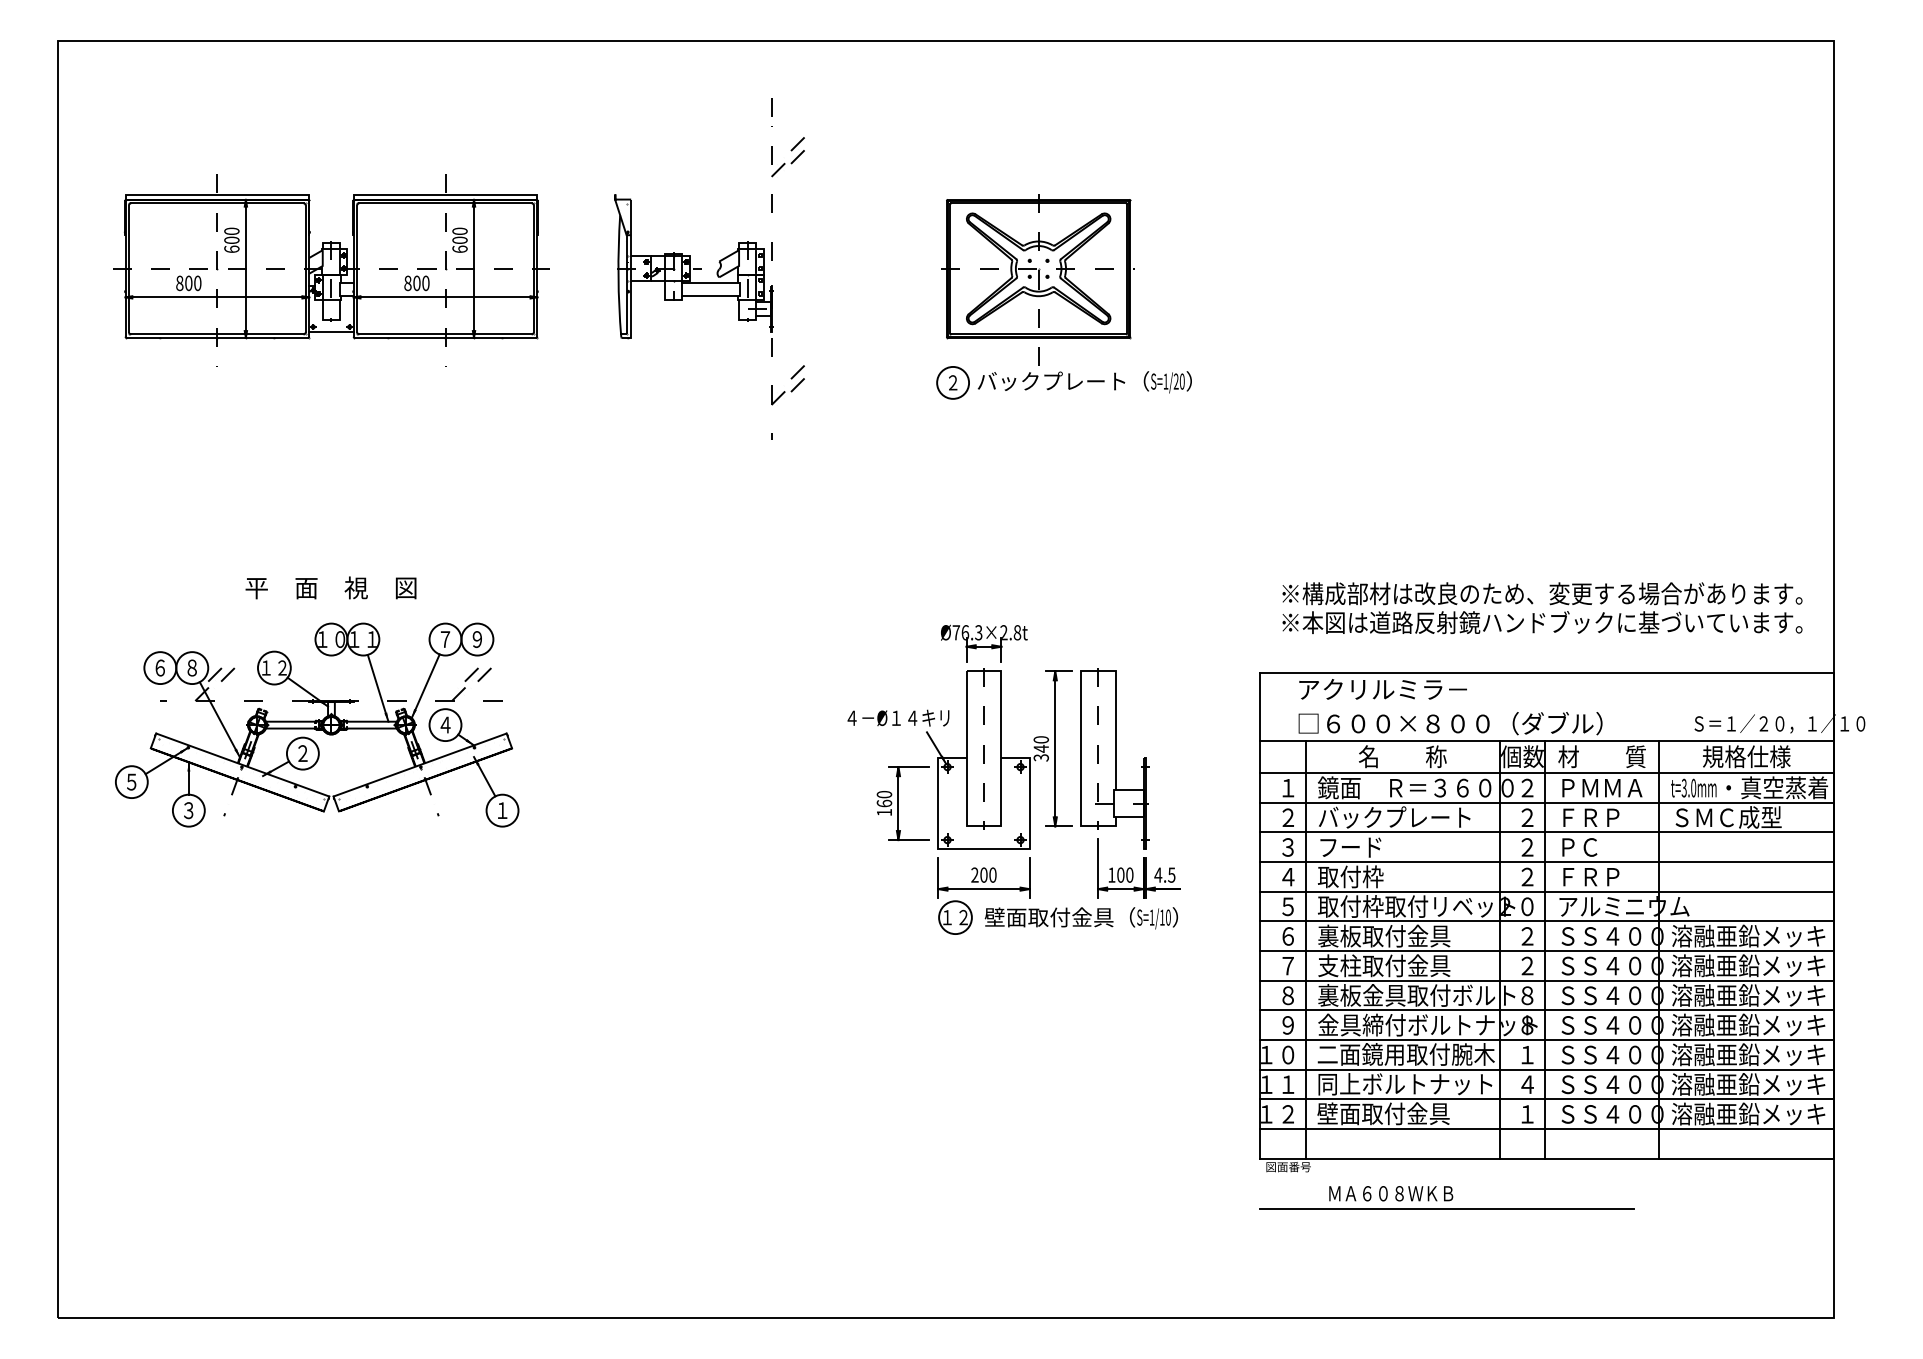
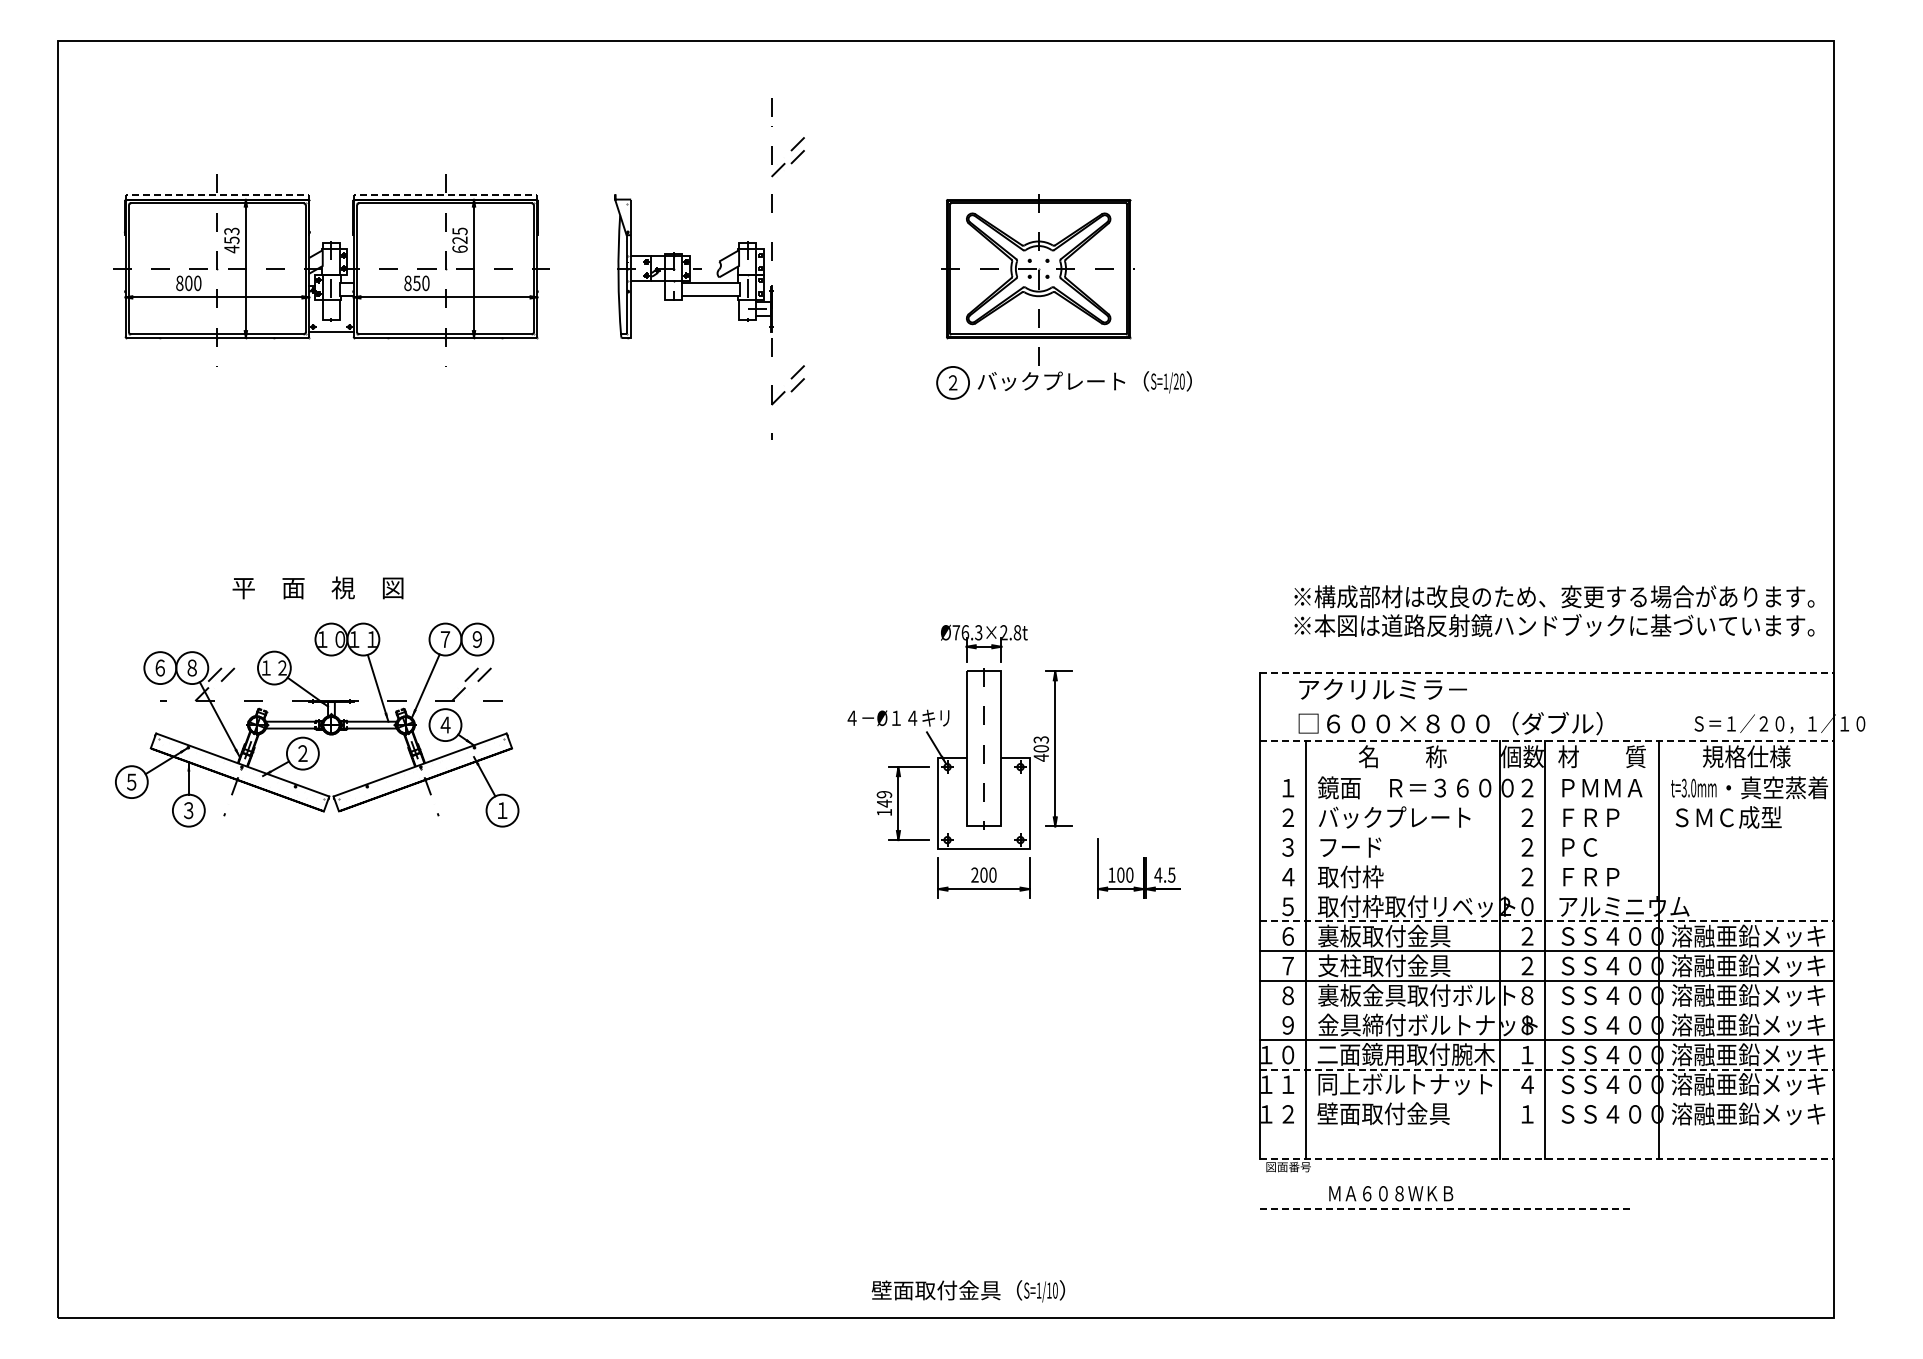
line at (217, 195): solid -> dashed
line at (445, 195): solid -> dashed
text at (459, 235): 600 -> 625
text at (231, 240): 600 -> 453
text at (416, 282): 800 -> 850
text at (330, 587) position: (330, 587) -> (317, 587)
text at (1542, 607) position: (1542, 607) -> (1554, 610)
line at (1547, 672): solid -> dashed
line at (1547, 741): solid -> dashed
text at (1040, 748): 340 -> 403
part at (1114, 758): present -> none
line at (1547, 773): present -> none
text at (884, 799): 160 -> 149
line at (1547, 802): present -> none
line at (1547, 832): present -> none
line at (1547, 862): present -> none
line at (1547, 891): present -> none
part at (955, 917): present -> none
text at (1080, 918) position: (1080, 918) -> (967, 1291)
line at (1547, 921): solid -> dashed
line at (1547, 1010): present -> none
line at (1547, 1069): solid -> dashed
line at (1547, 1099): present -> none
line at (1547, 1128): present -> none
line at (1547, 1158): solid -> dashed
line at (1447, 1208): solid -> dashed
